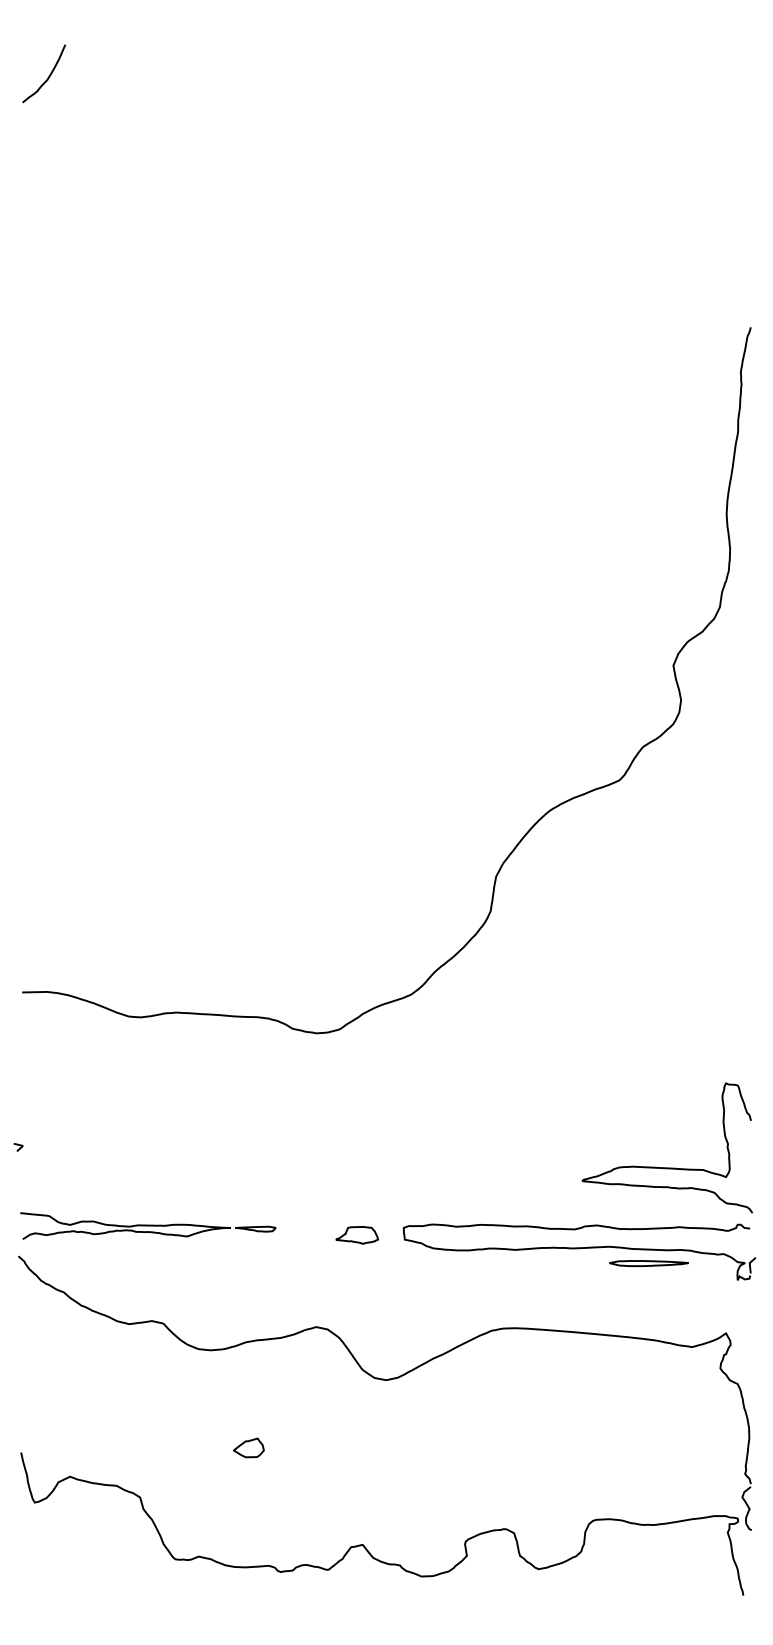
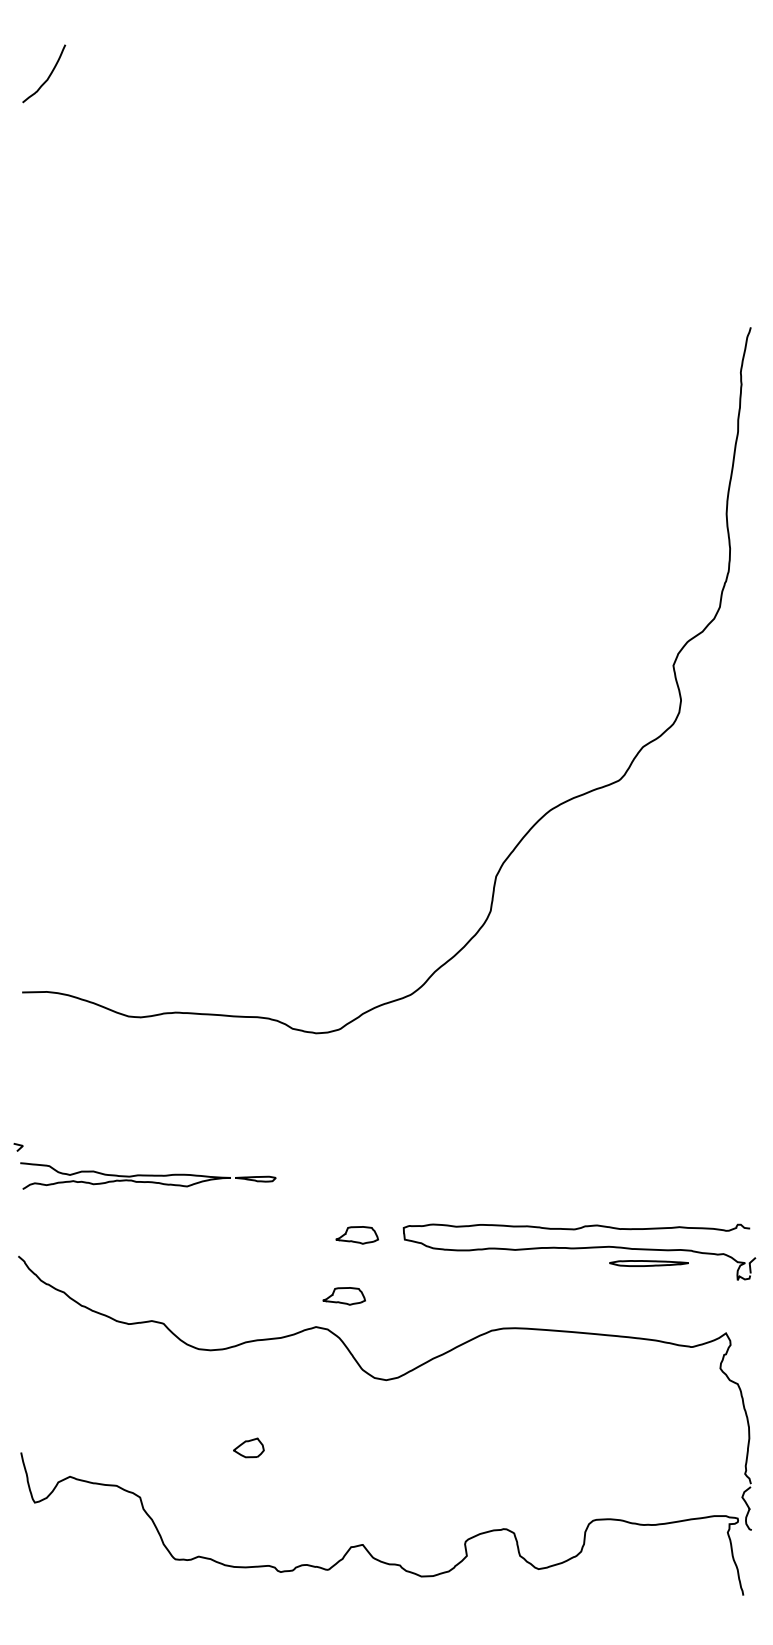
curve at (666, 1167): present -> none
part at (148, 1225) position: (148, 1225) -> (148, 1175)
part at (343, 1296): none -> present
